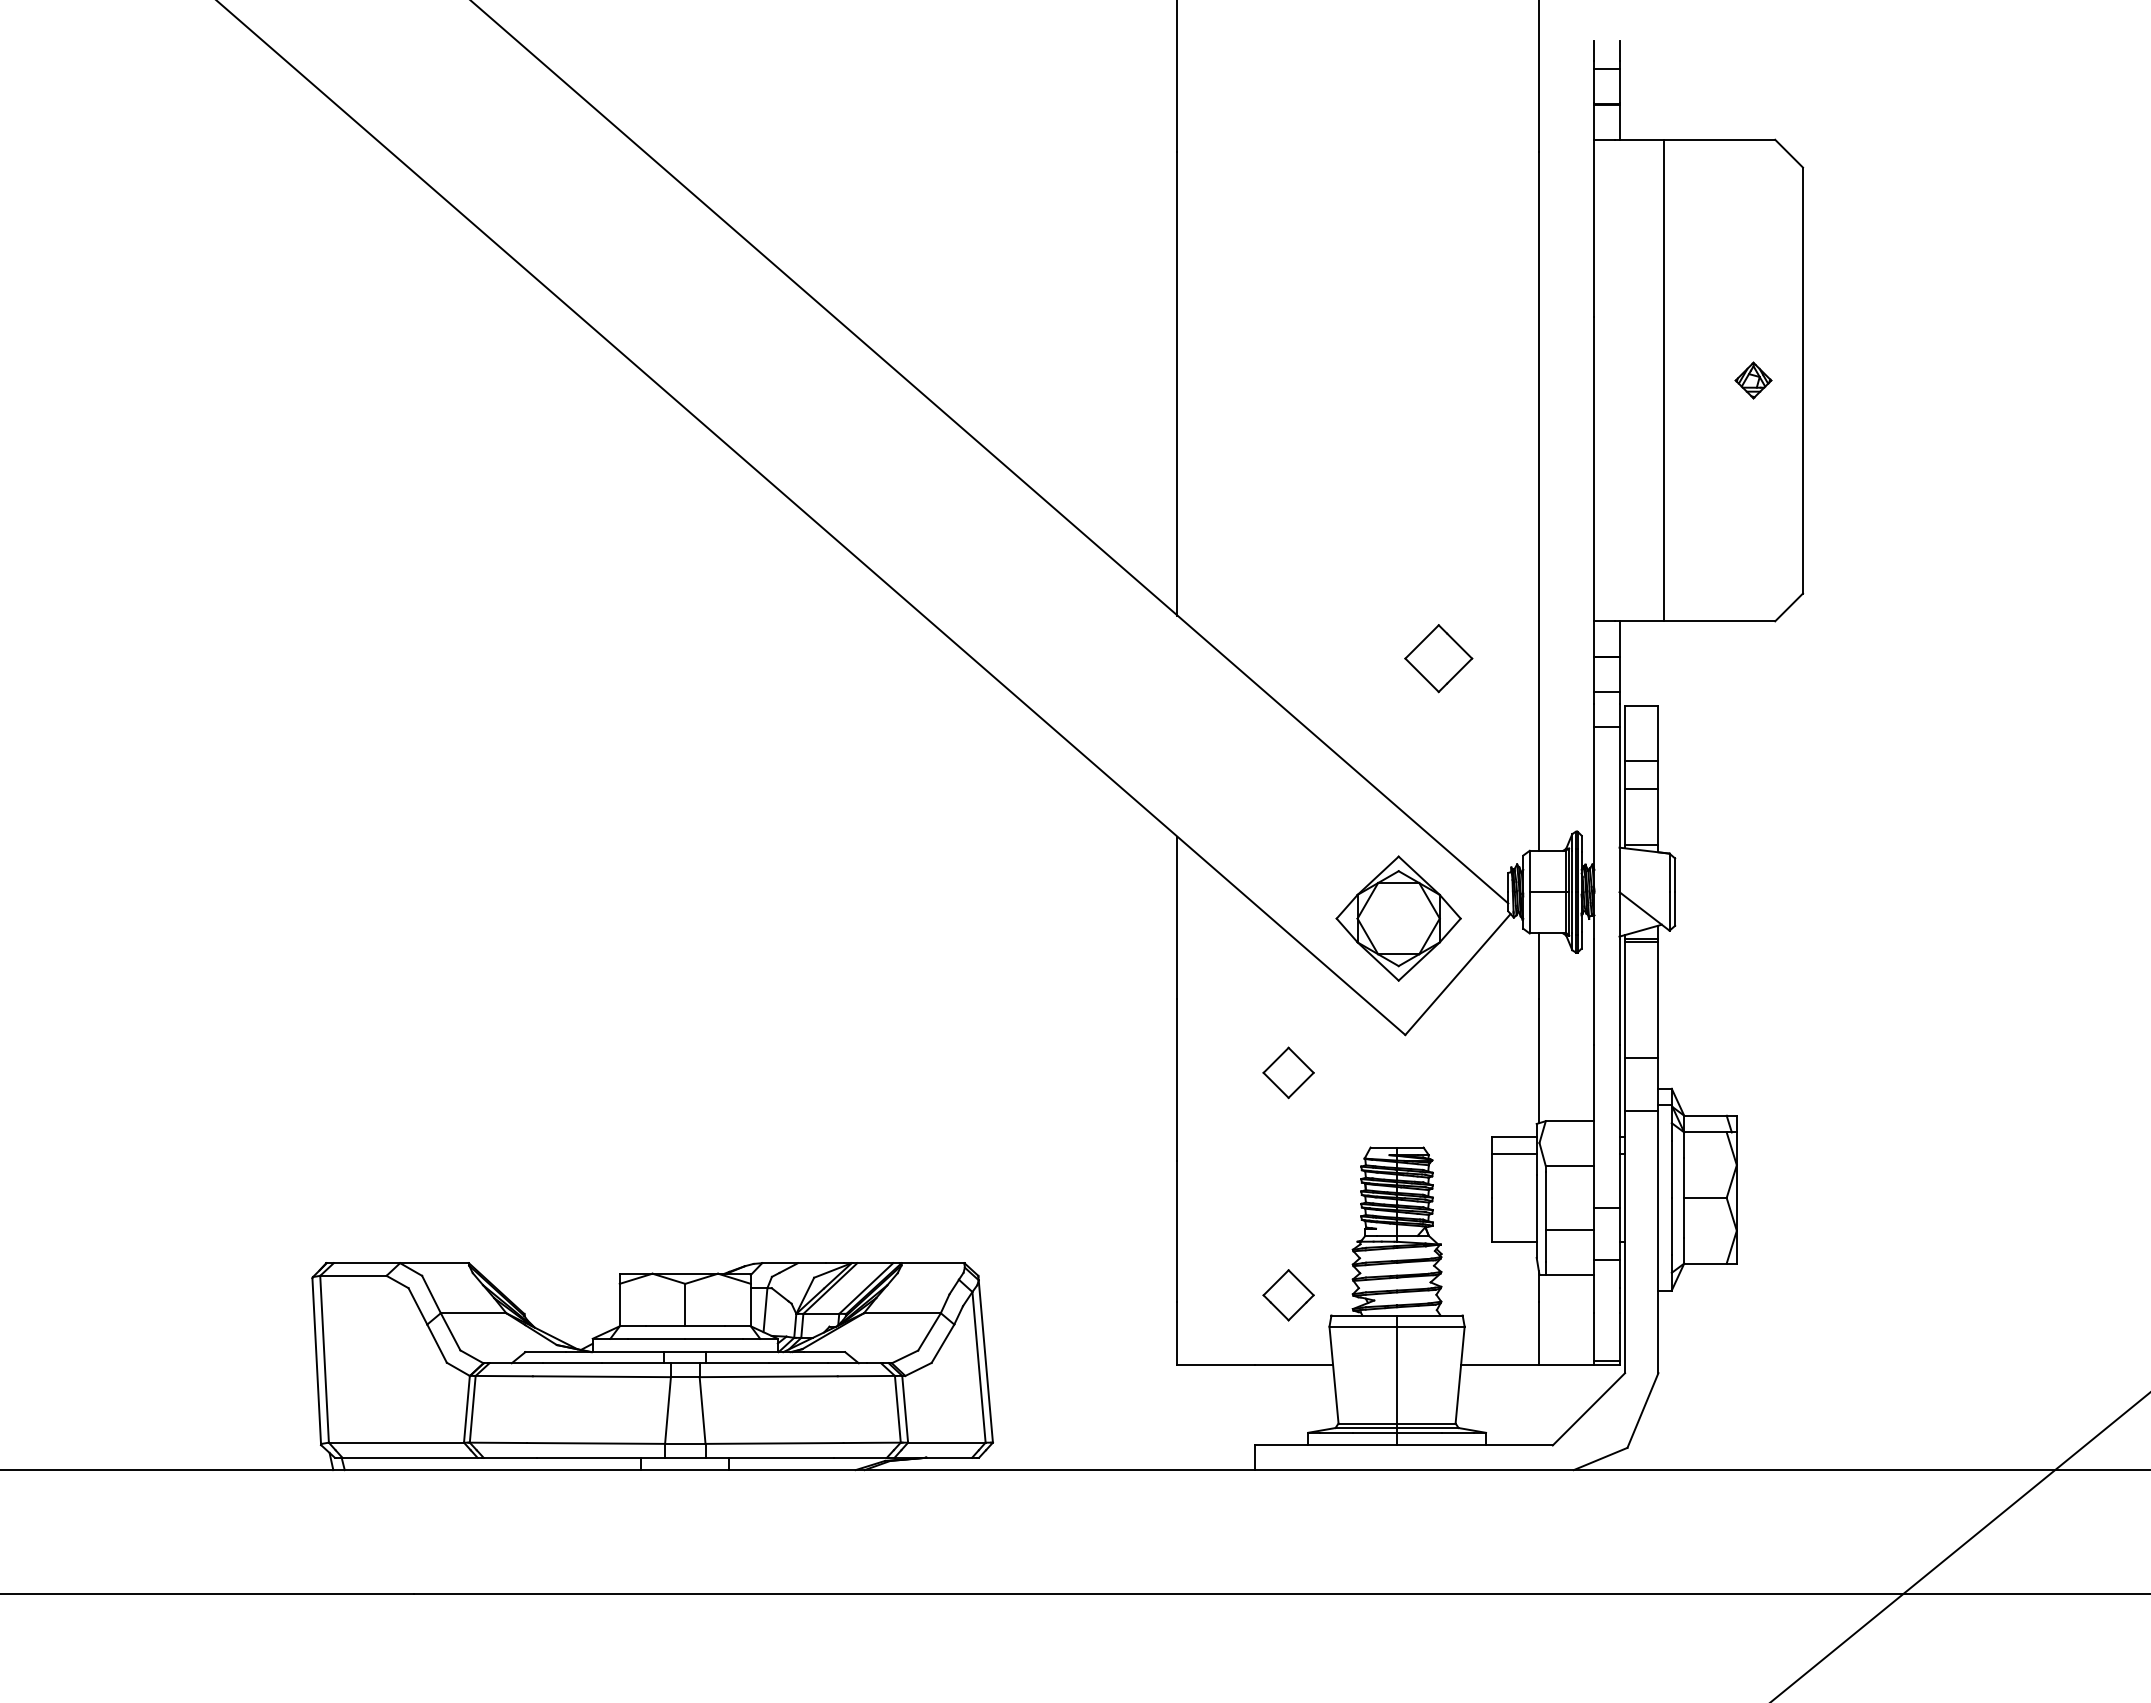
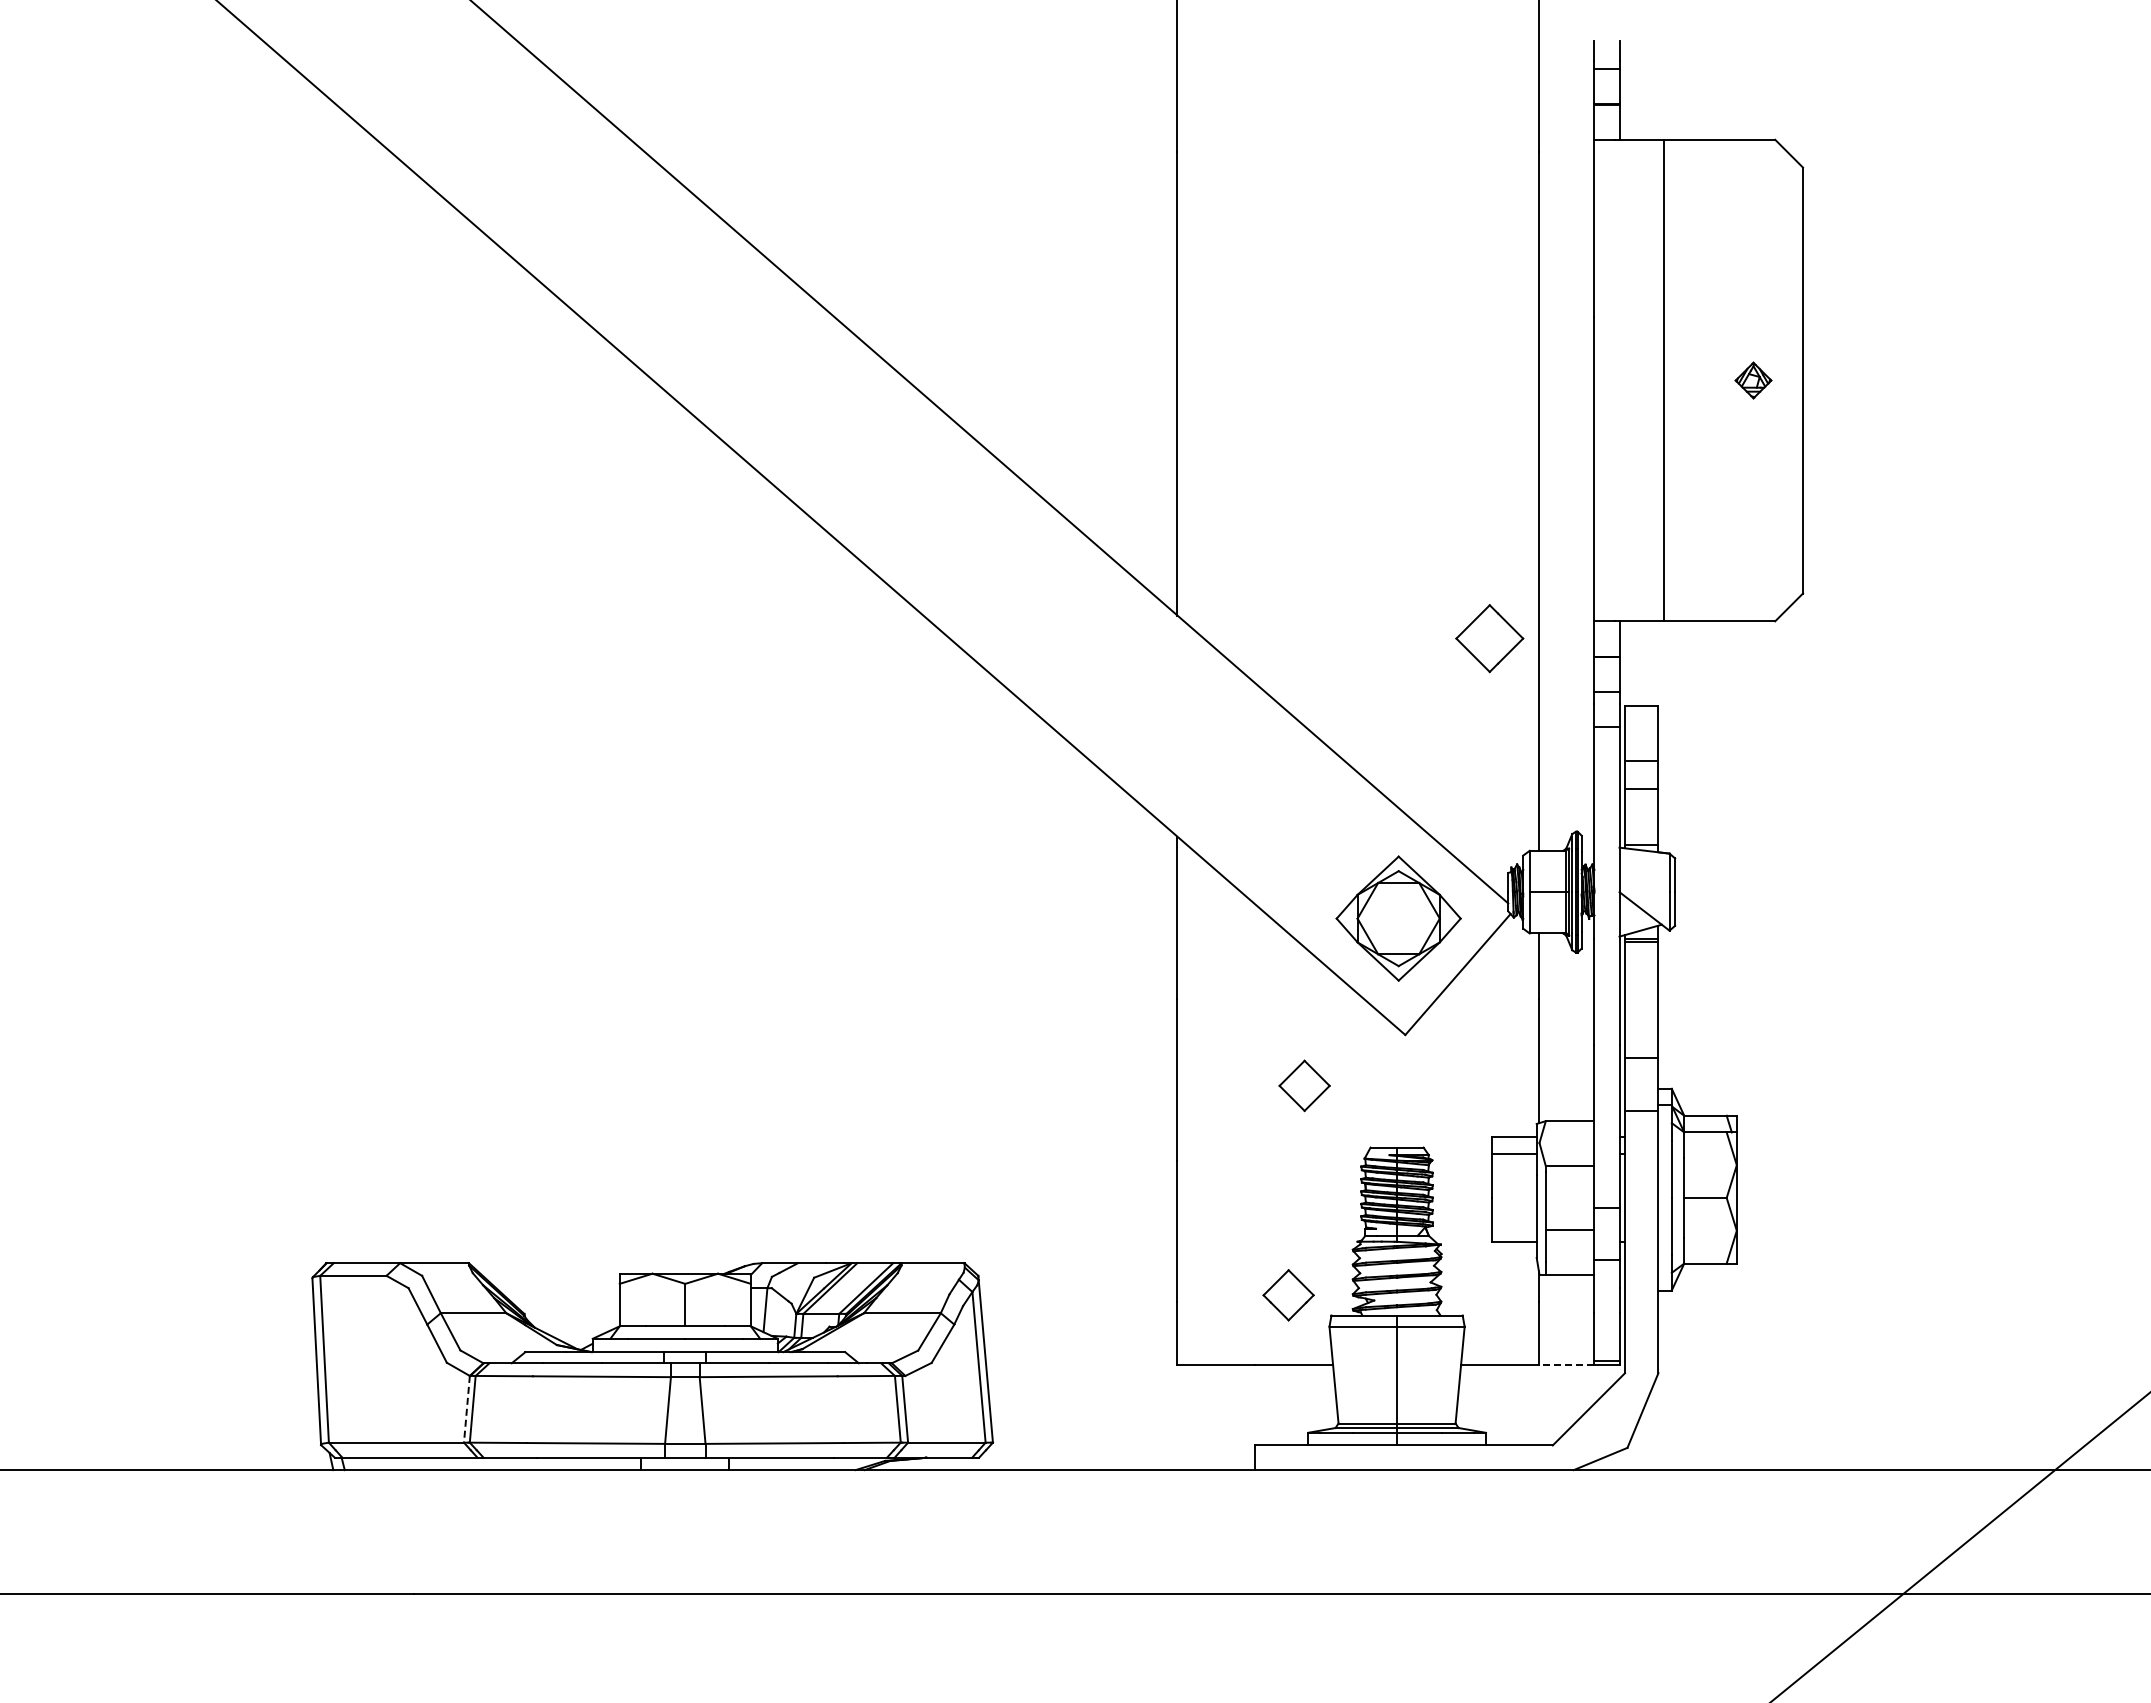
part at (1438, 658) position: (1438, 658) -> (1489, 638)
part at (1288, 1072) position: (1288, 1072) -> (1304, 1085)
line at (1566, 1364): solid -> dashed
line at (466, 1409): solid -> dashed
